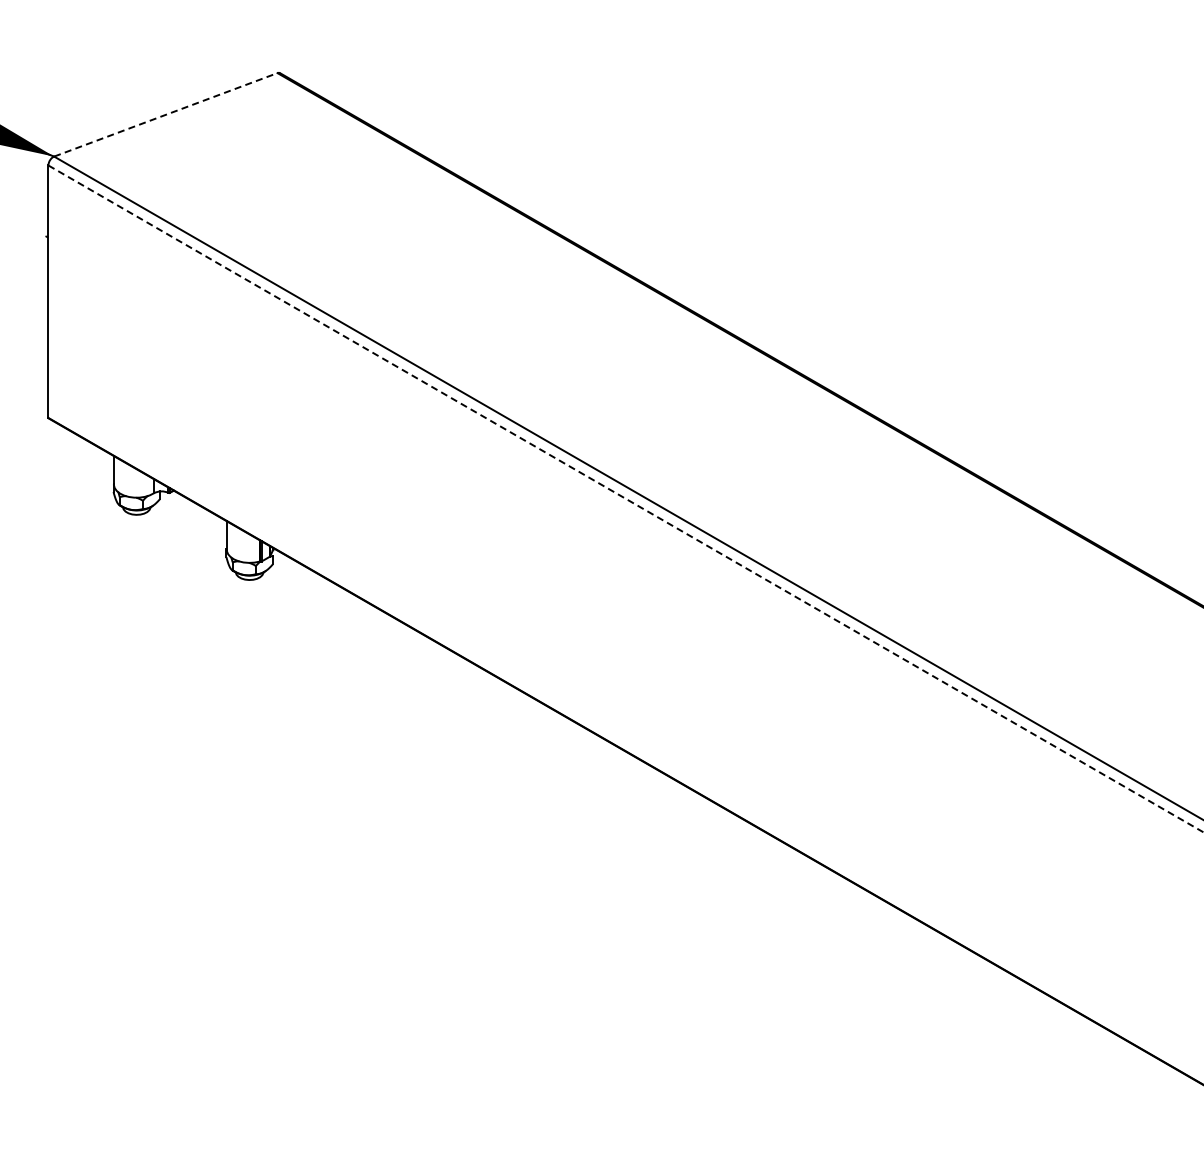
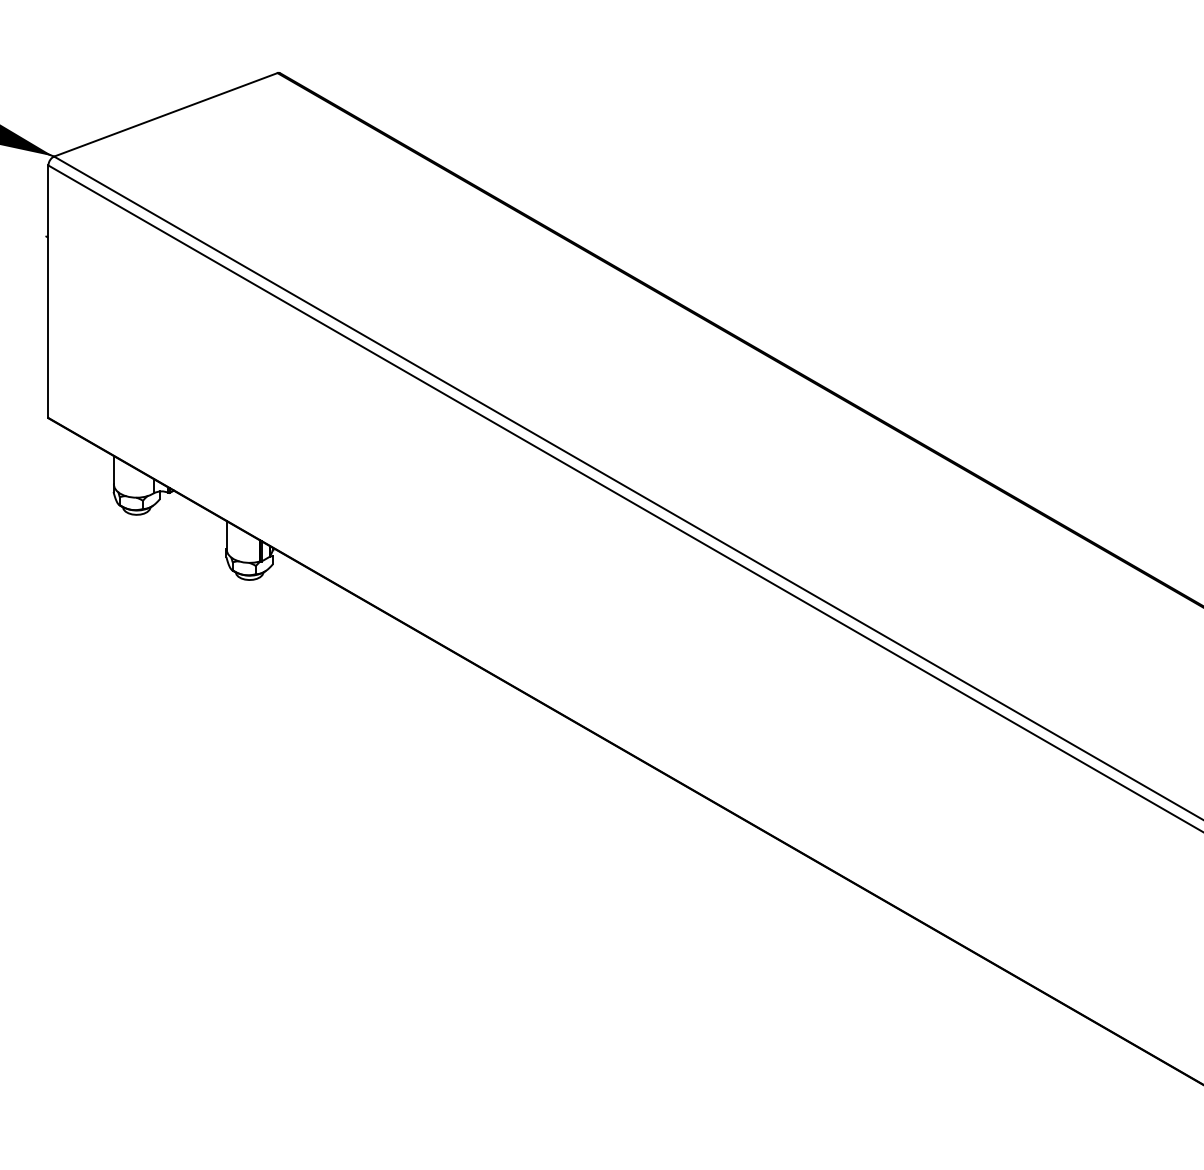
line at (166, 114): dashed -> solid
line at (626, 498): dashed -> solid
